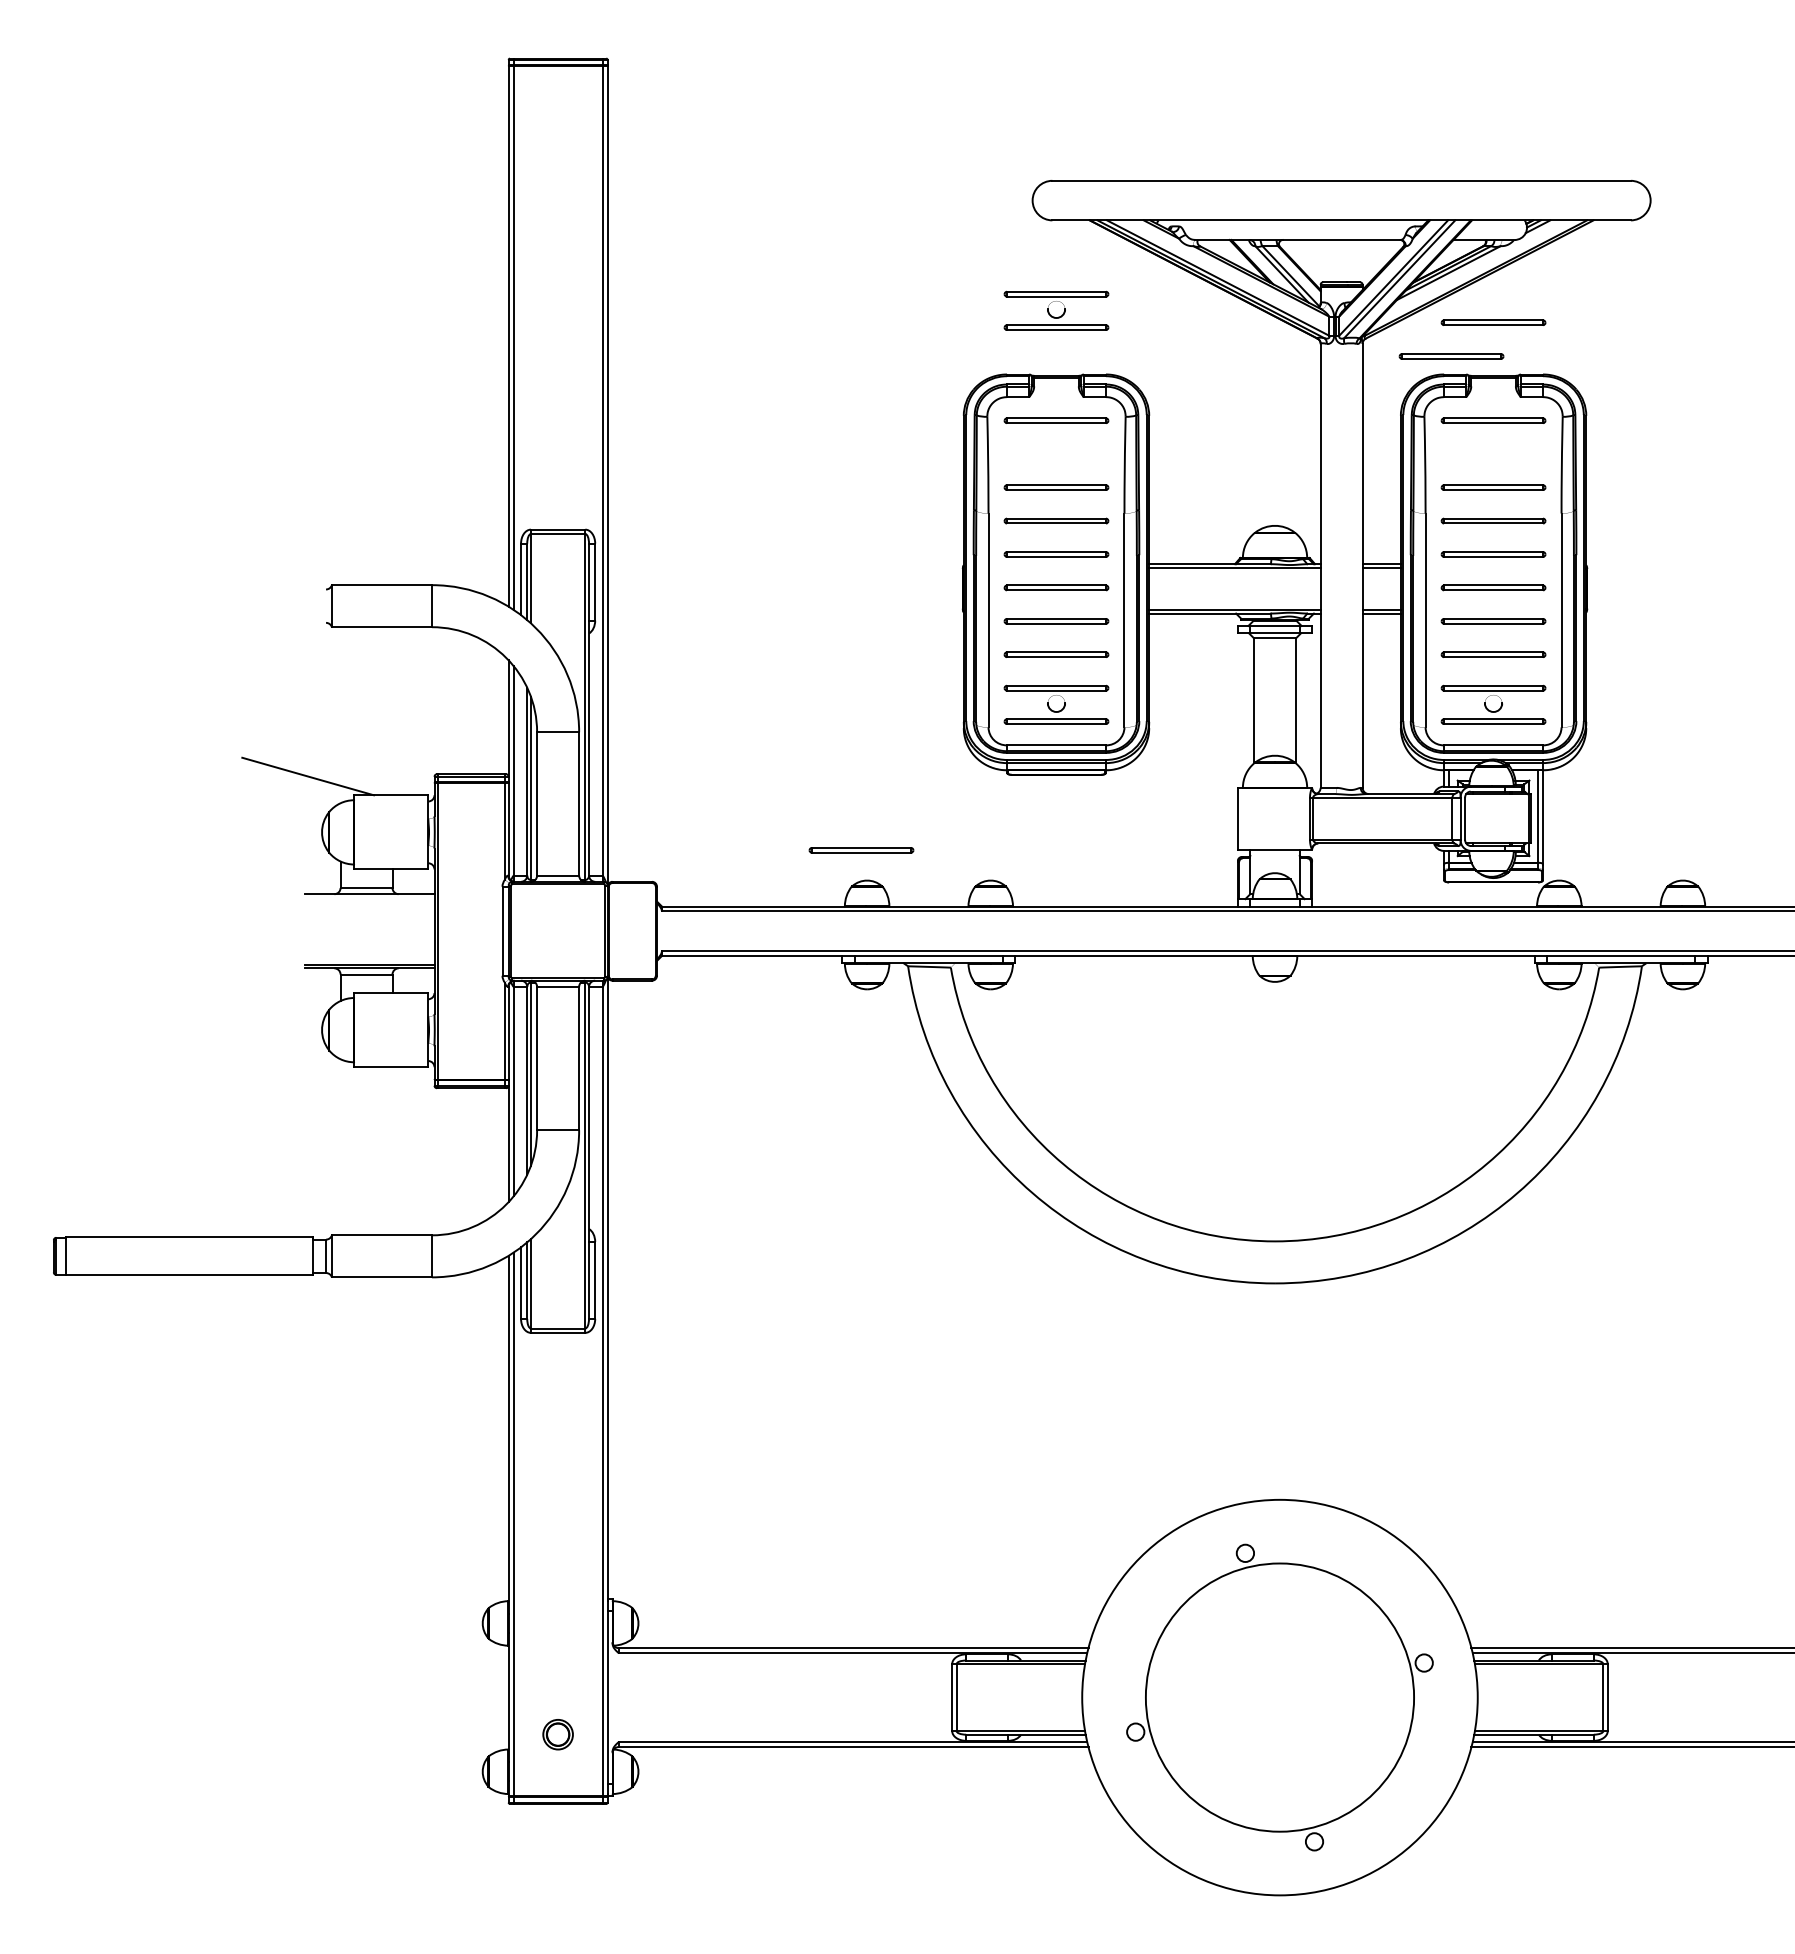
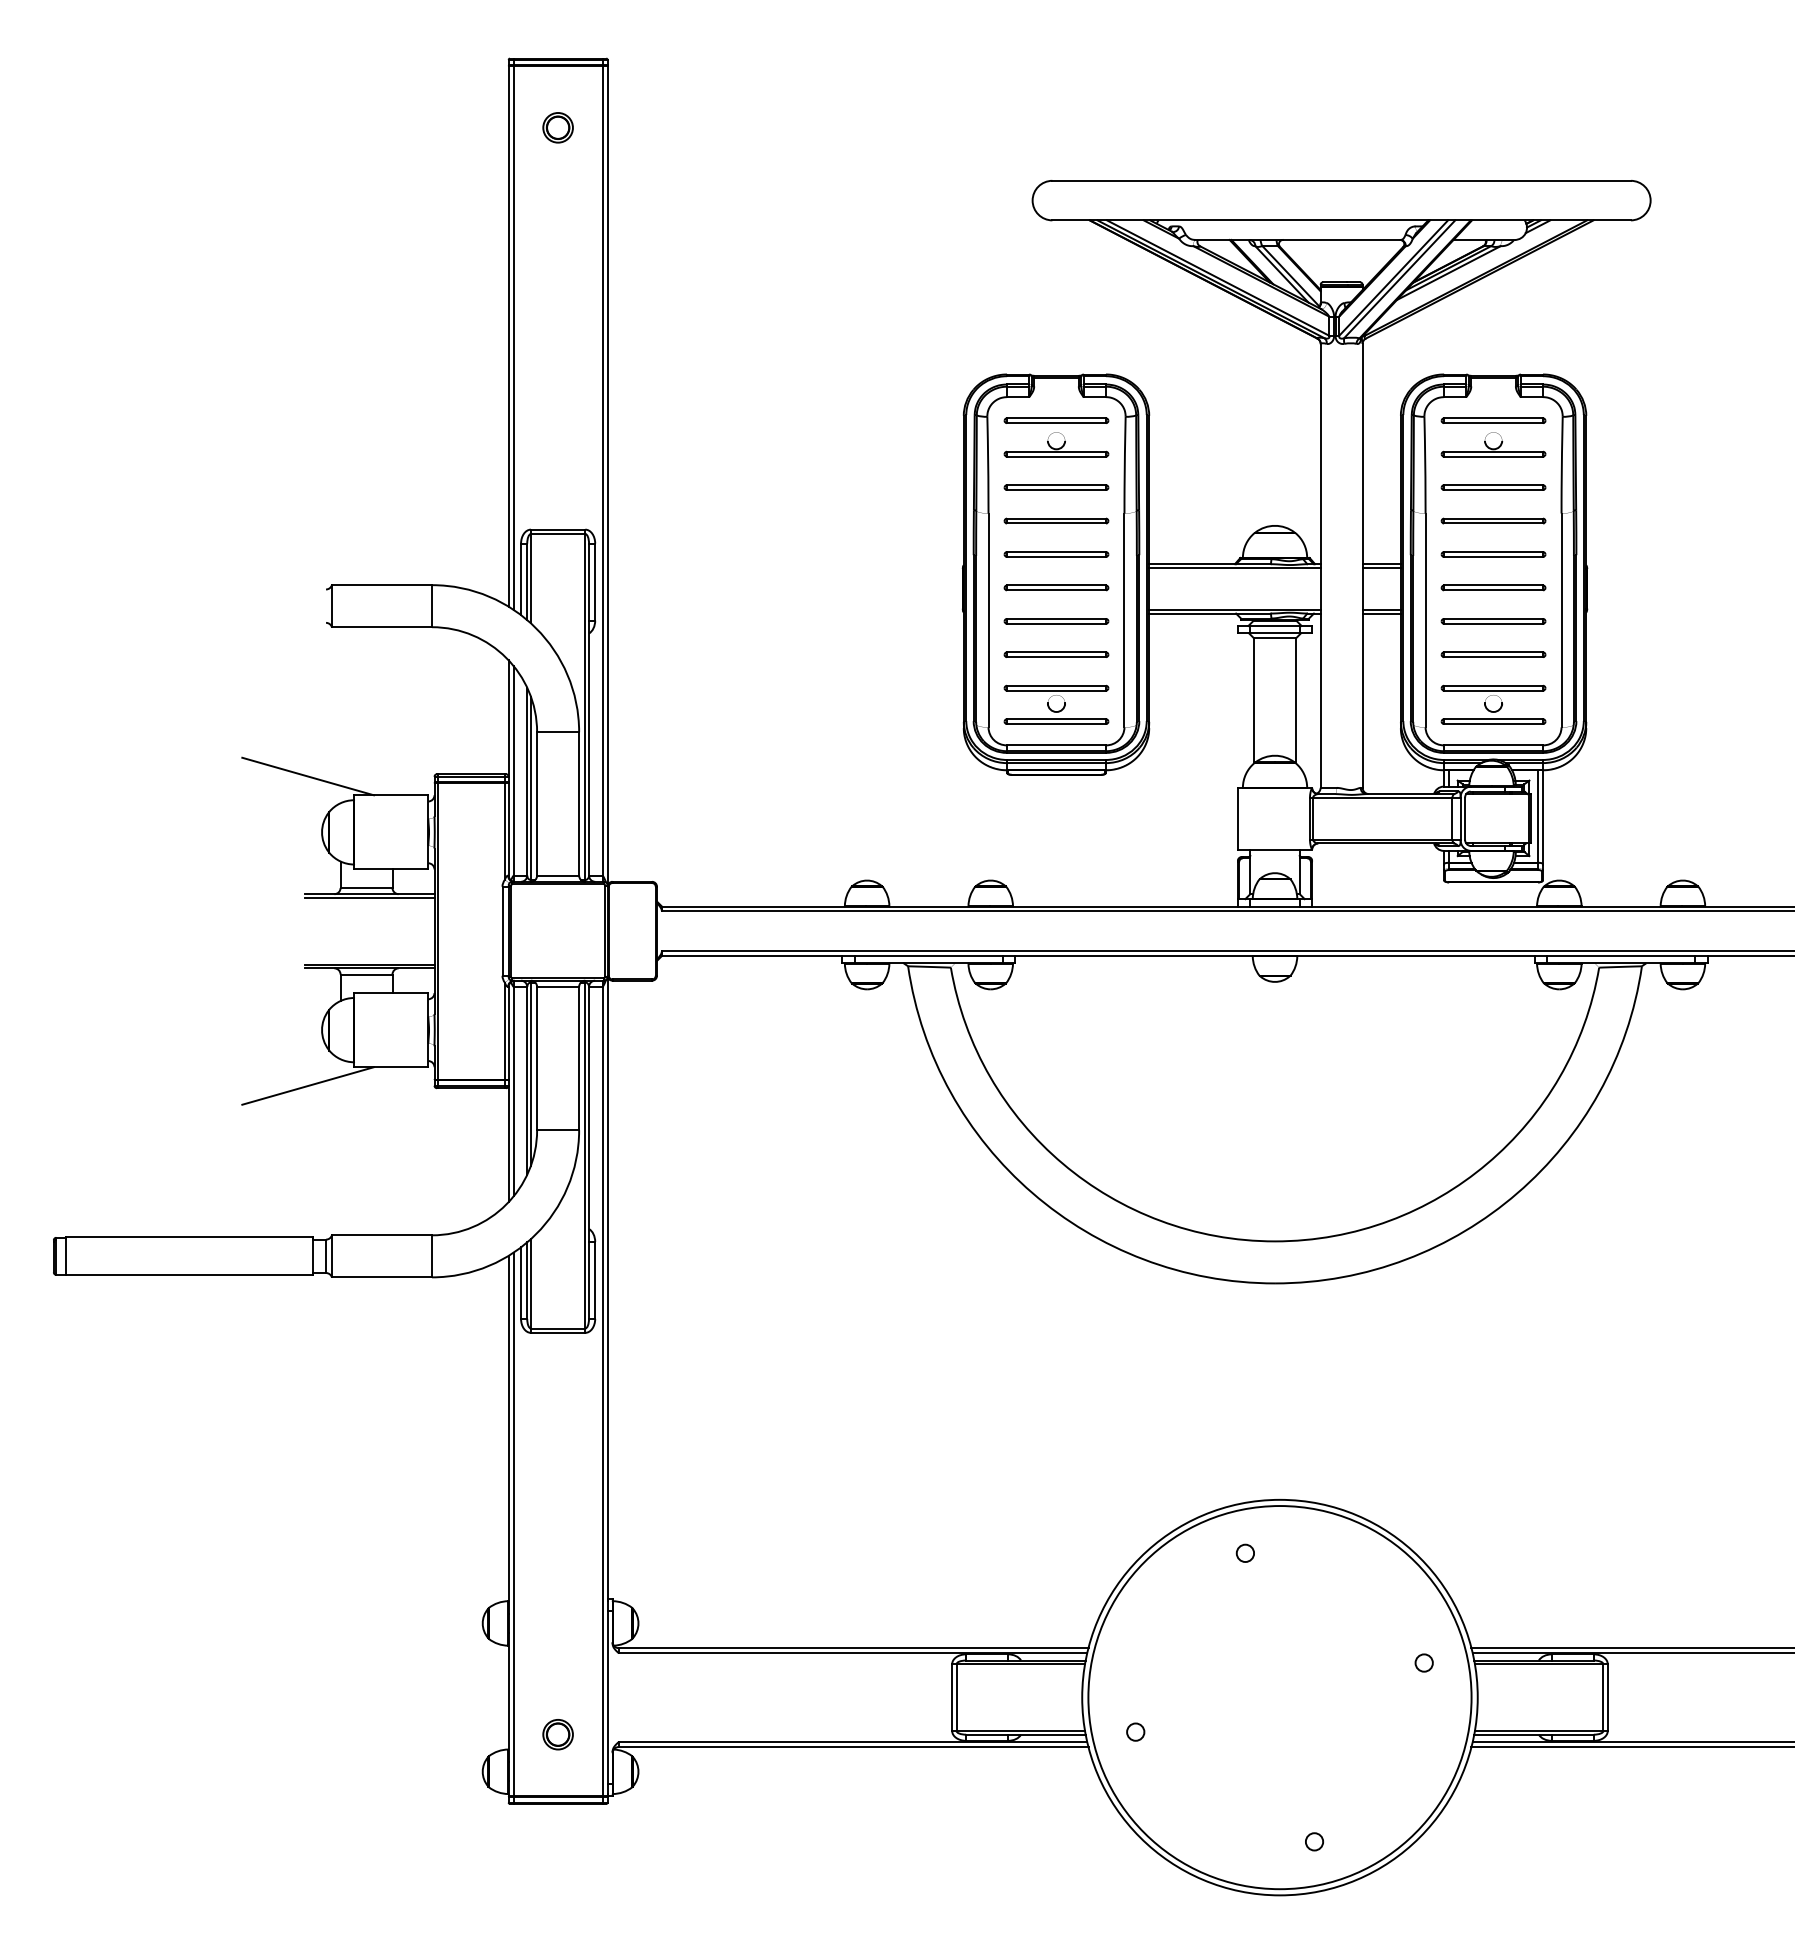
part at (557, 127): none -> present
part at (1056, 310): present -> none
part at (1493, 322): present -> none
part at (1451, 356): present -> none
part at (1056, 444): none -> present
part at (1493, 444): none -> present
part at (861, 850): present -> none
line at (369, 897): none -> present
line at (307, 1085): none -> present
circle at (1279, 1697) diameter: 268 px -> 383 px
